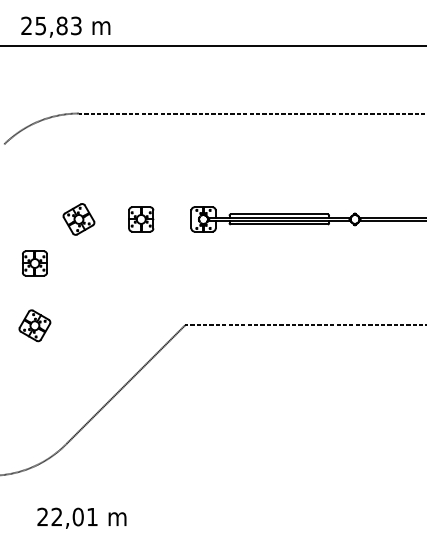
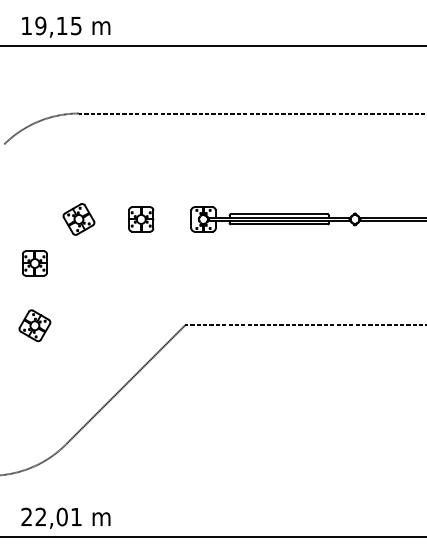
text at (51, 25): 25,83 -> 19,15
text at (81, 517) position: (81, 517) -> (65, 517)
line at (212, 537): none -> present
